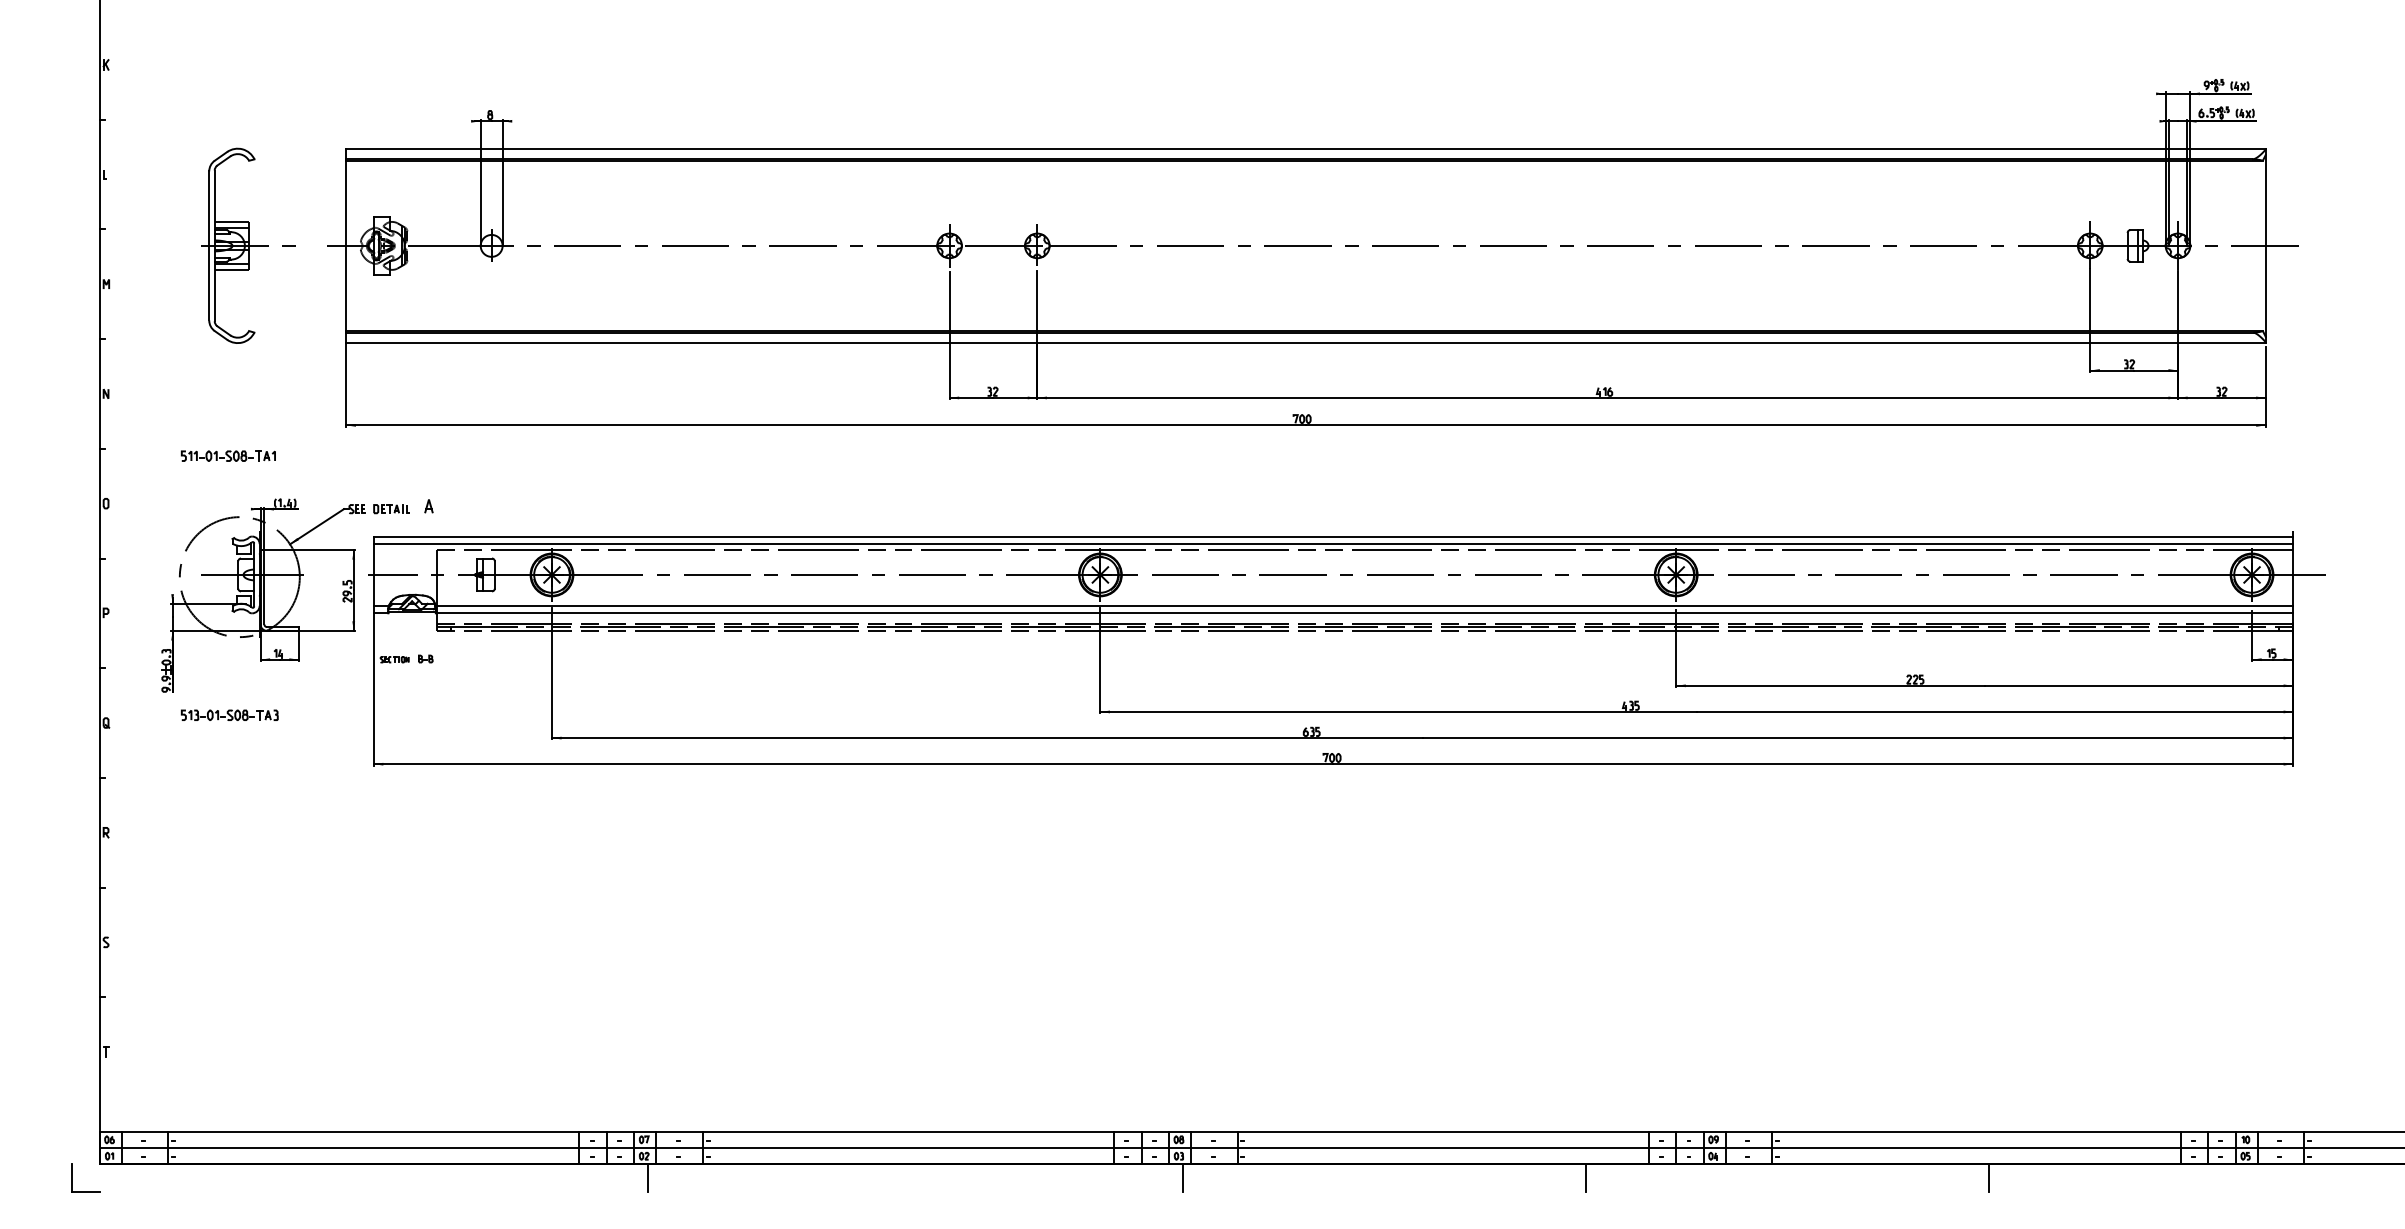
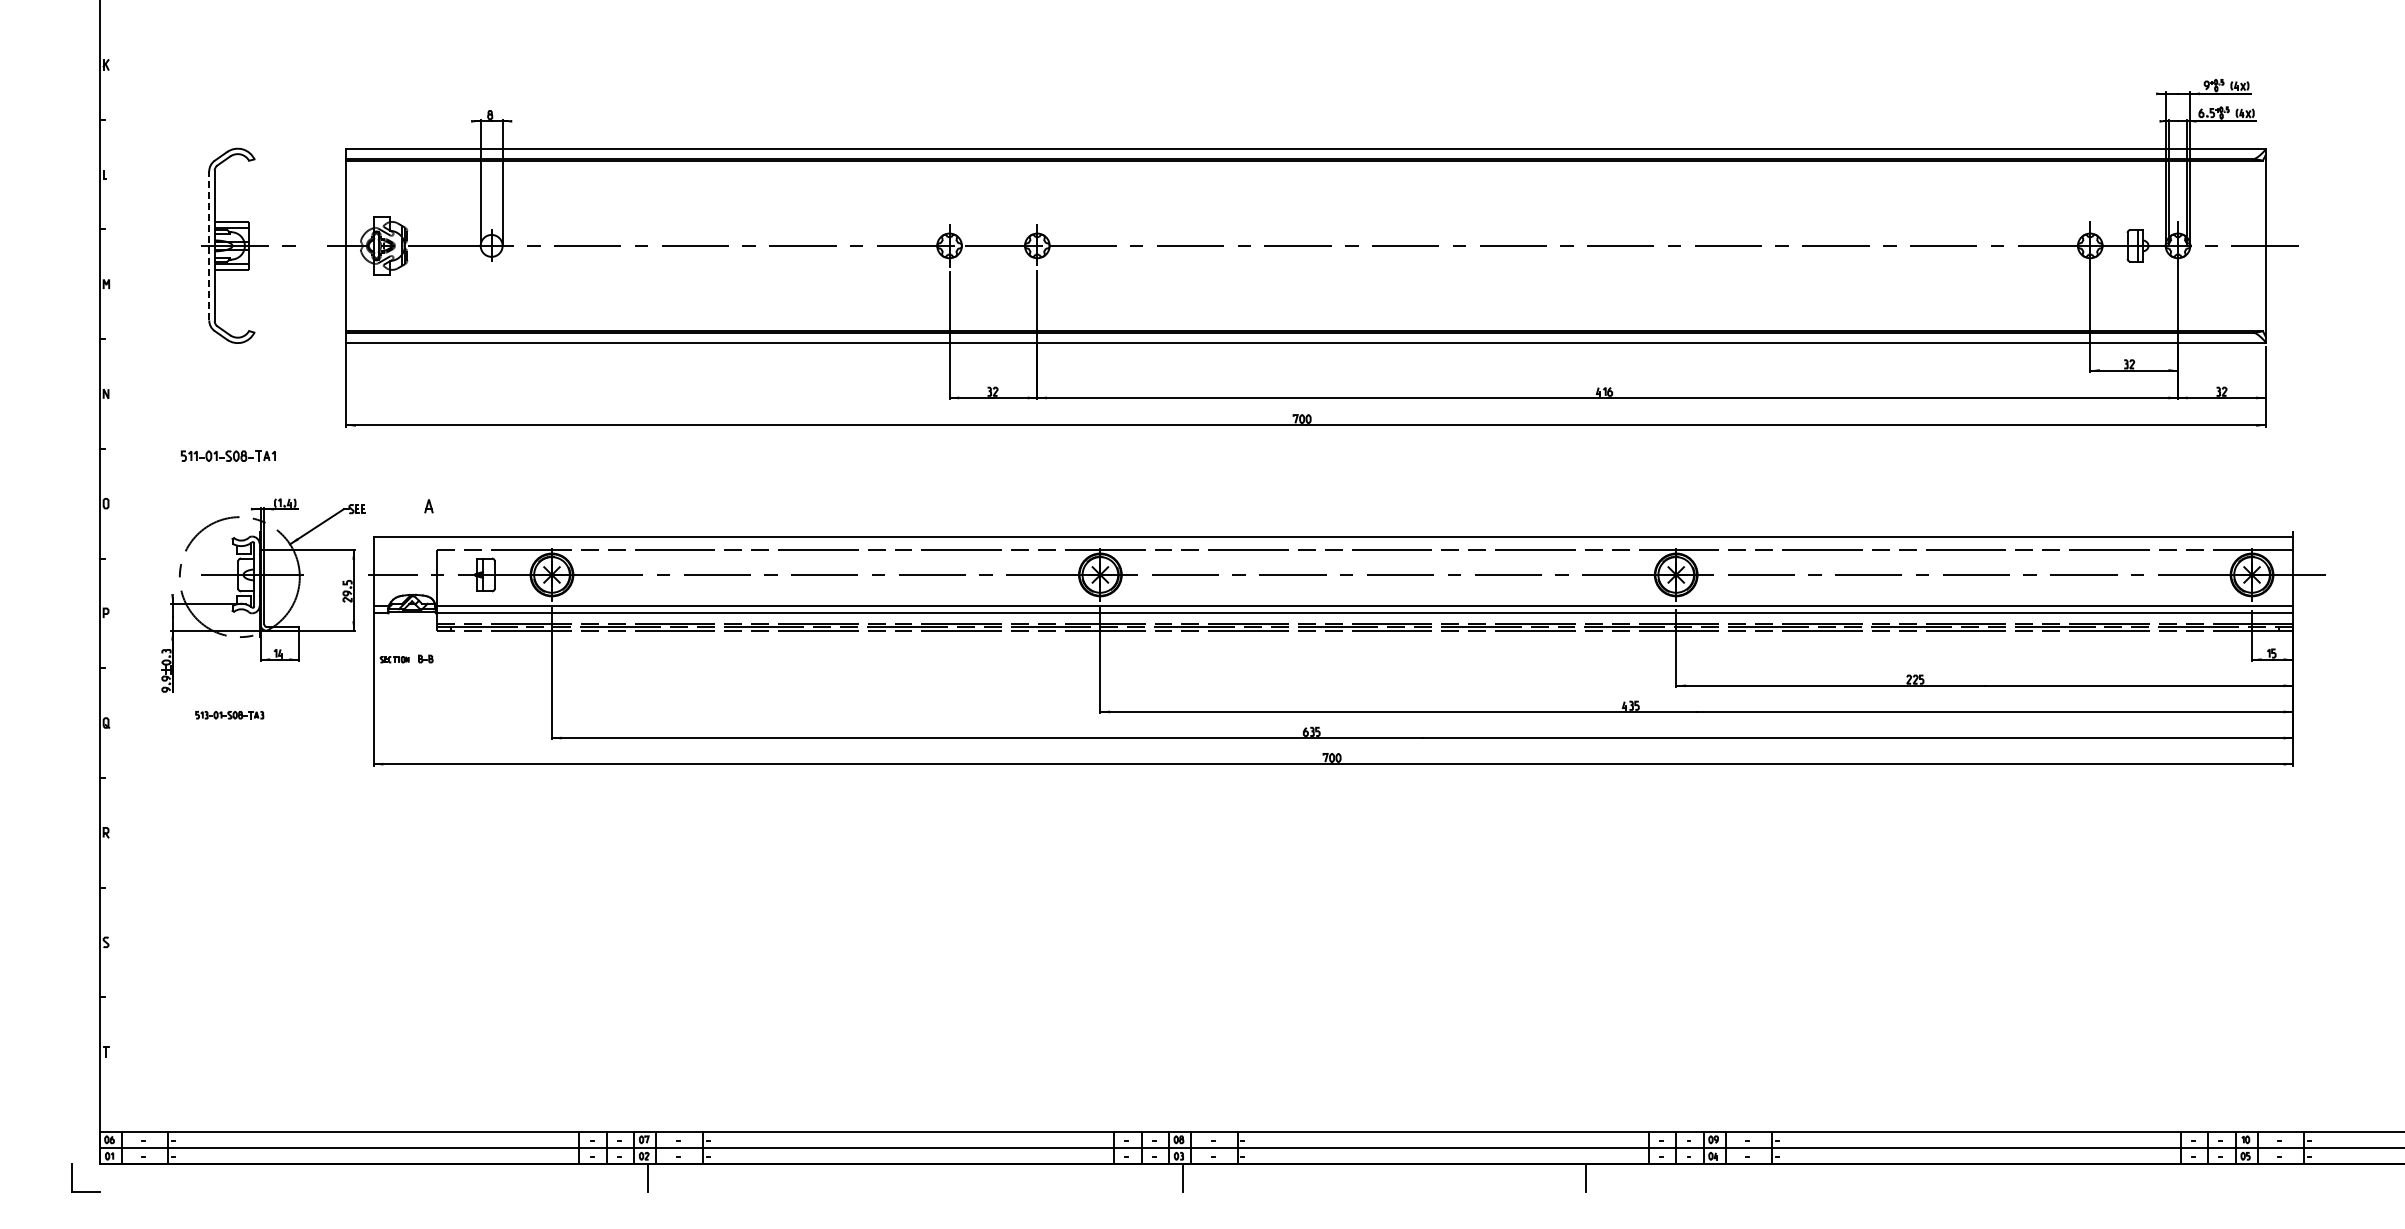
line at (209, 245): solid -> dashed
part at (391, 509): present -> none
line at (1333, 544): present -> none
part at (229, 714) size: 99x12 px -> 70x9 px
line at (1988, 1177): present -> none
